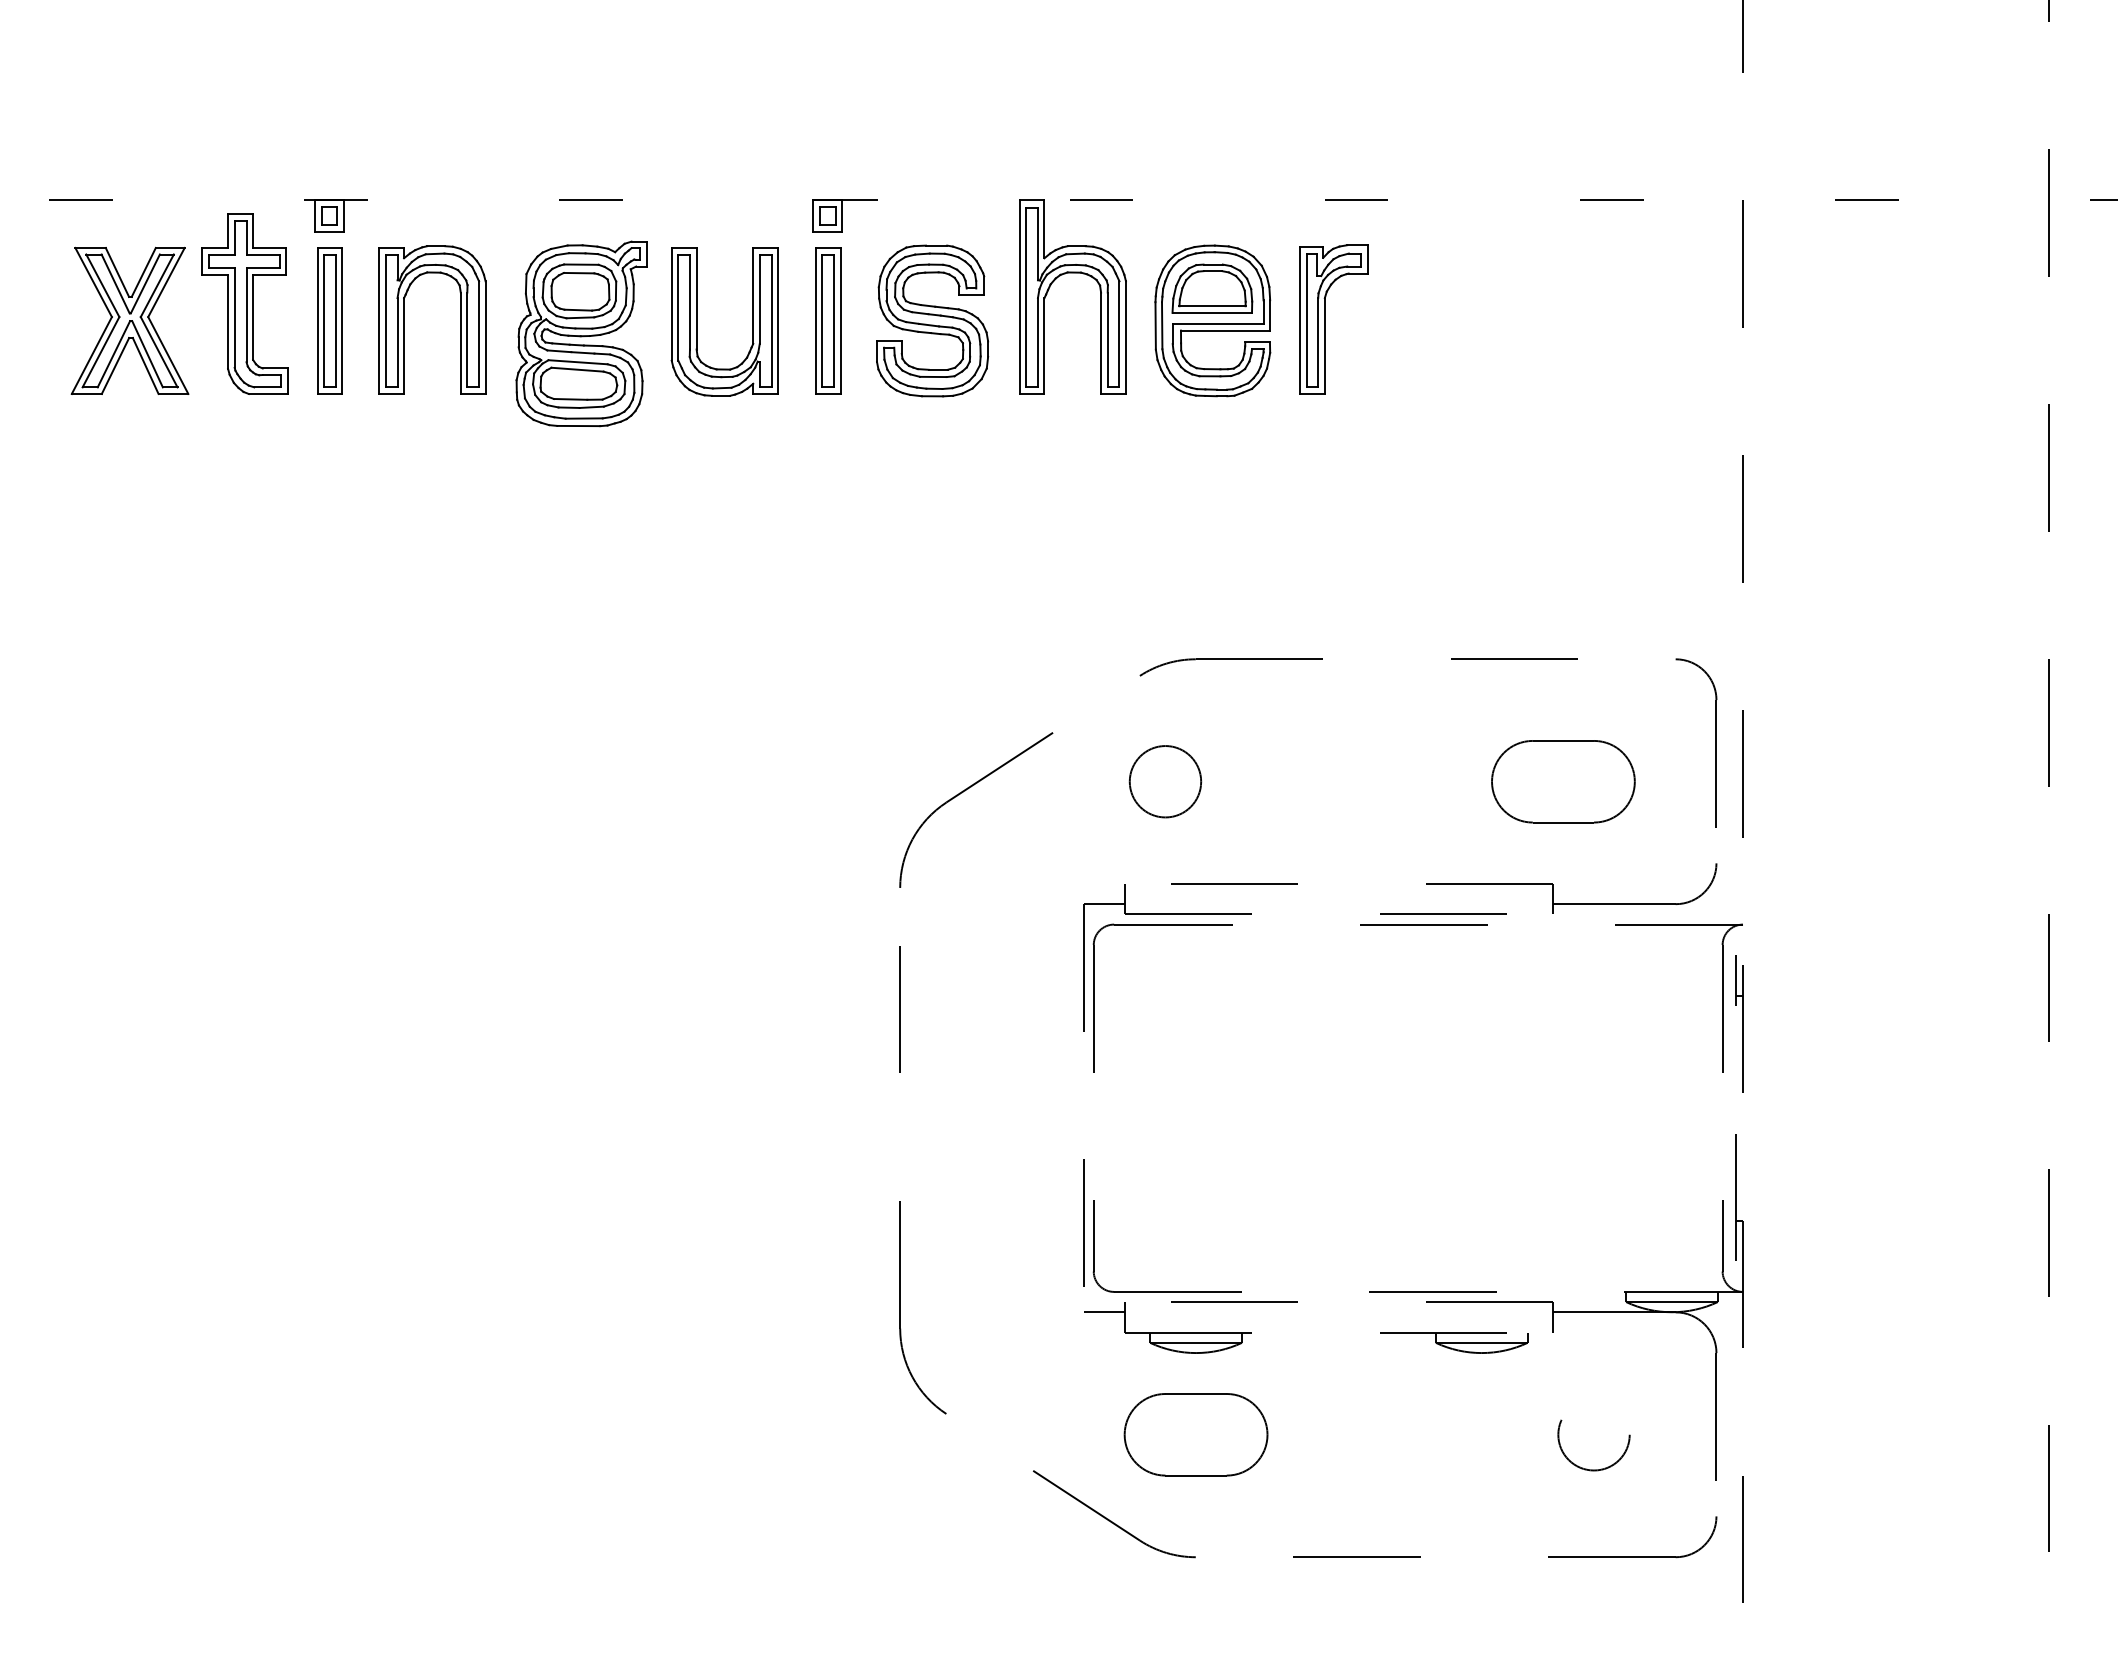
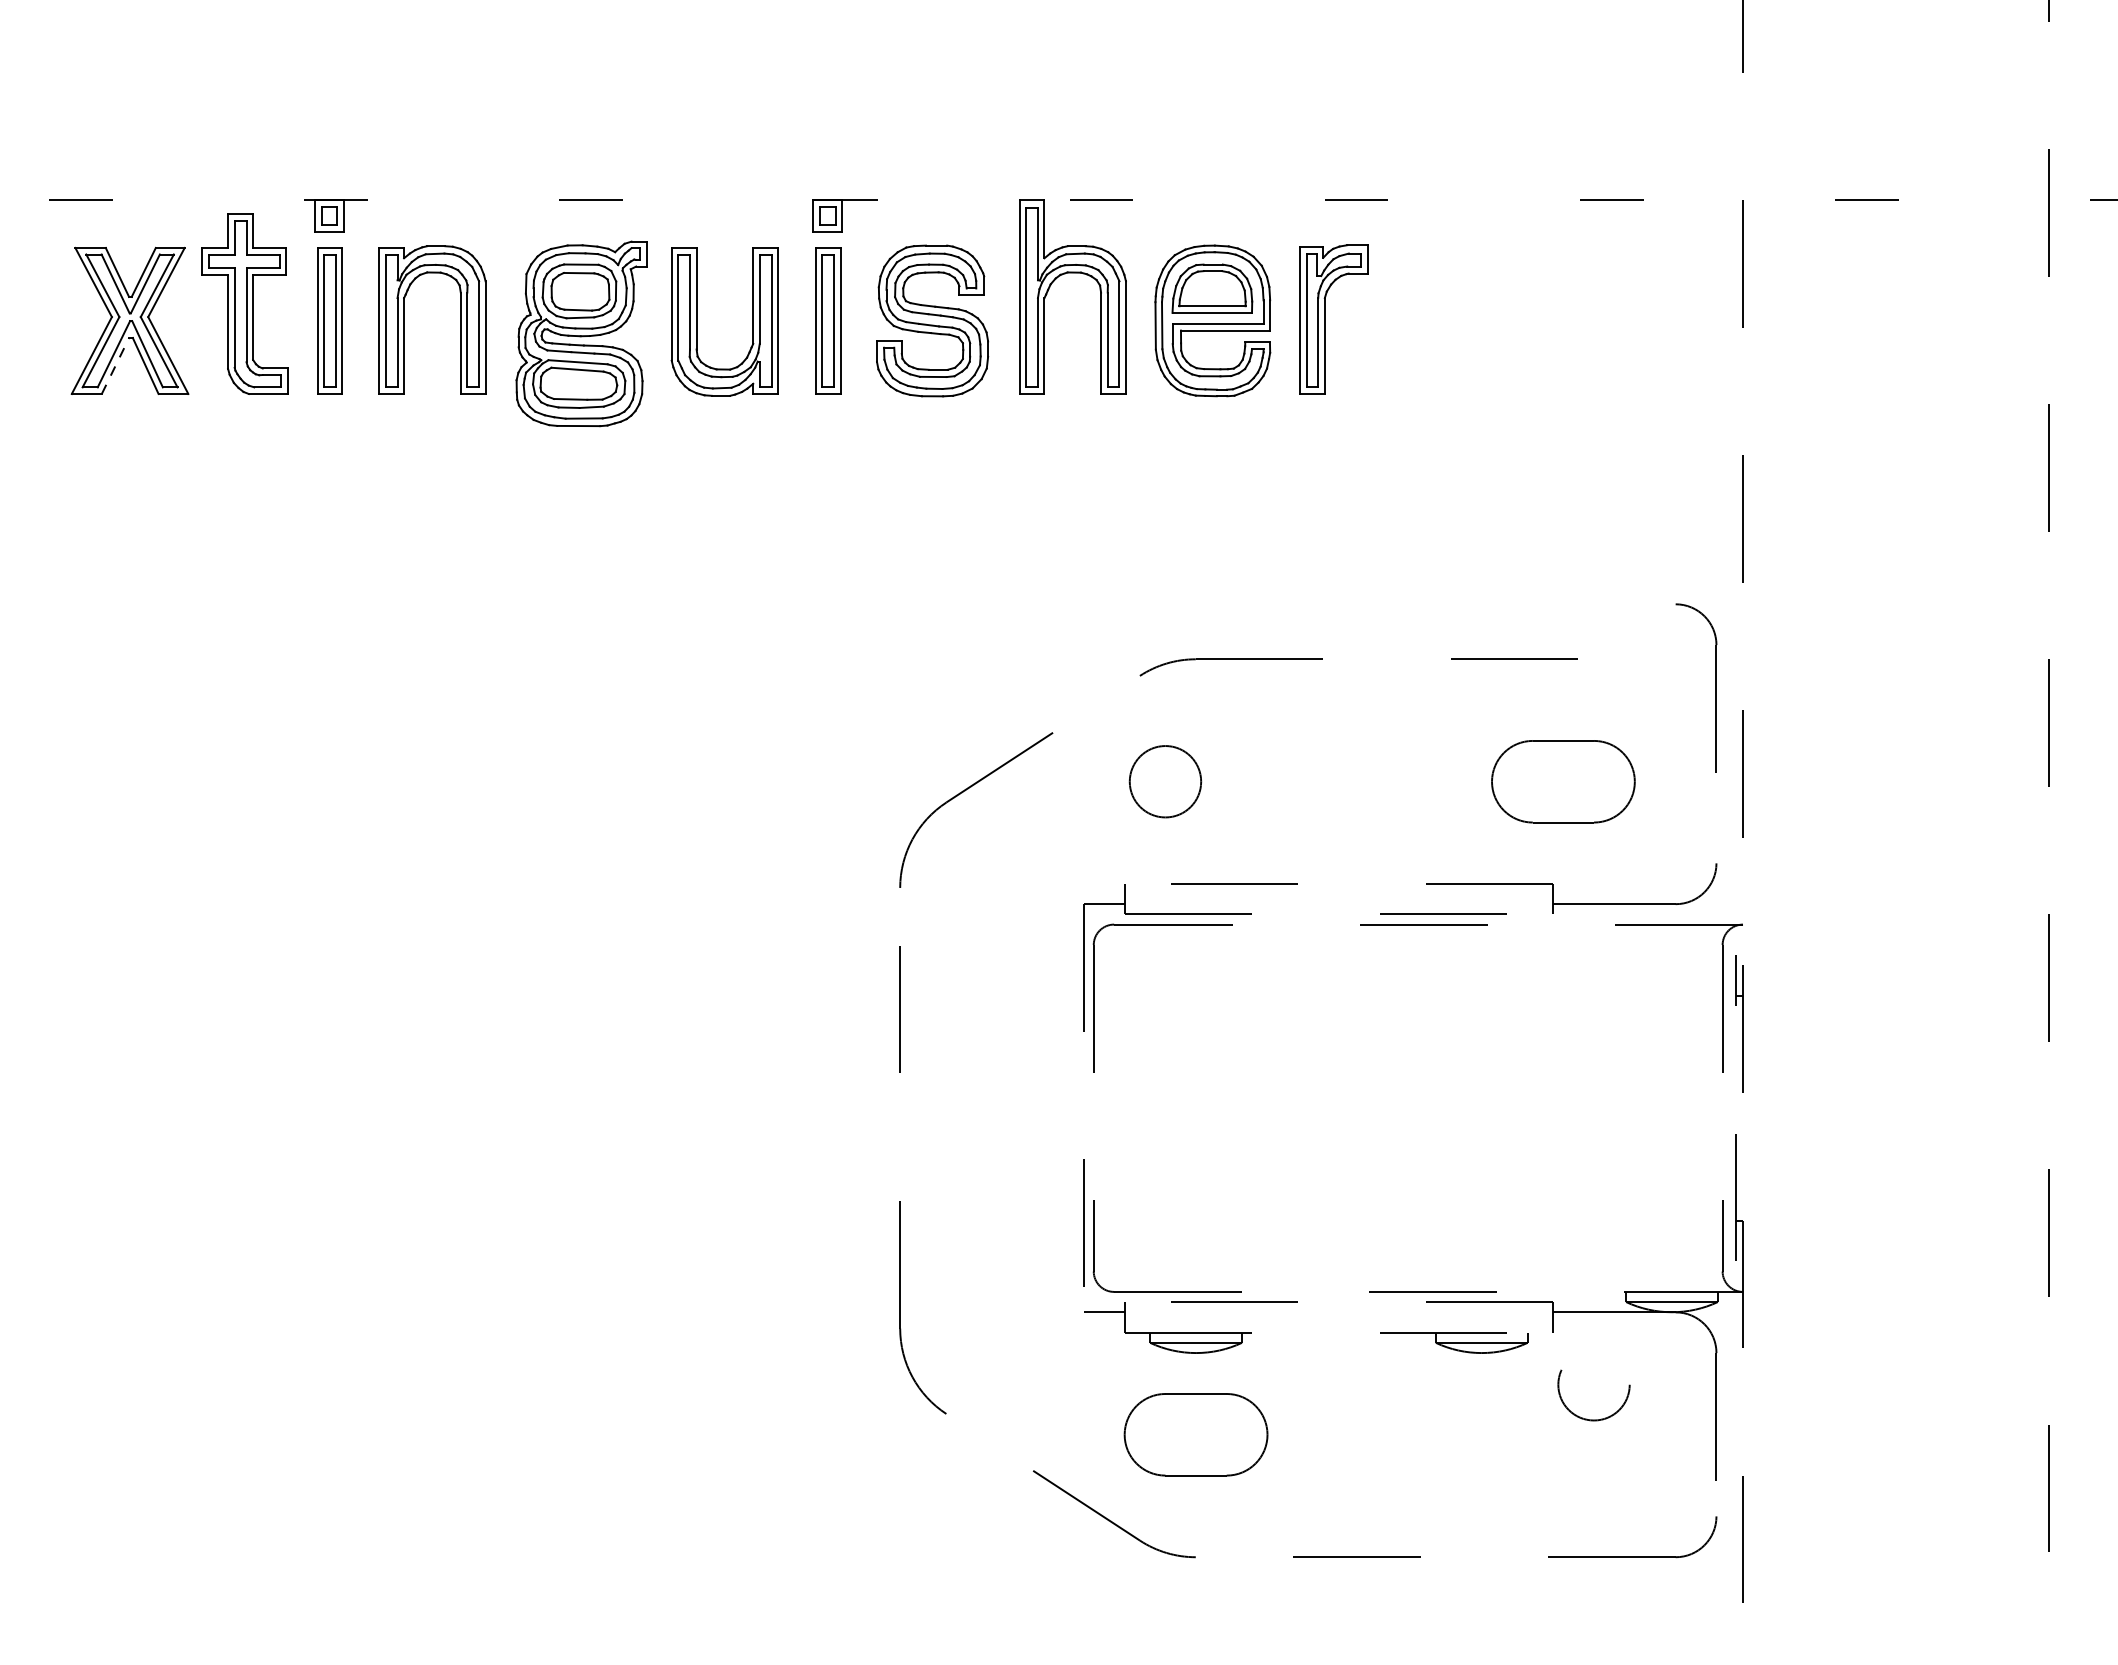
line at (115, 365): solid -> dashed
part at (1715, 742) position: (1715, 742) -> (1715, 687)
circle at (1593, 1445) position: (1593, 1445) -> (1593, 1395)
